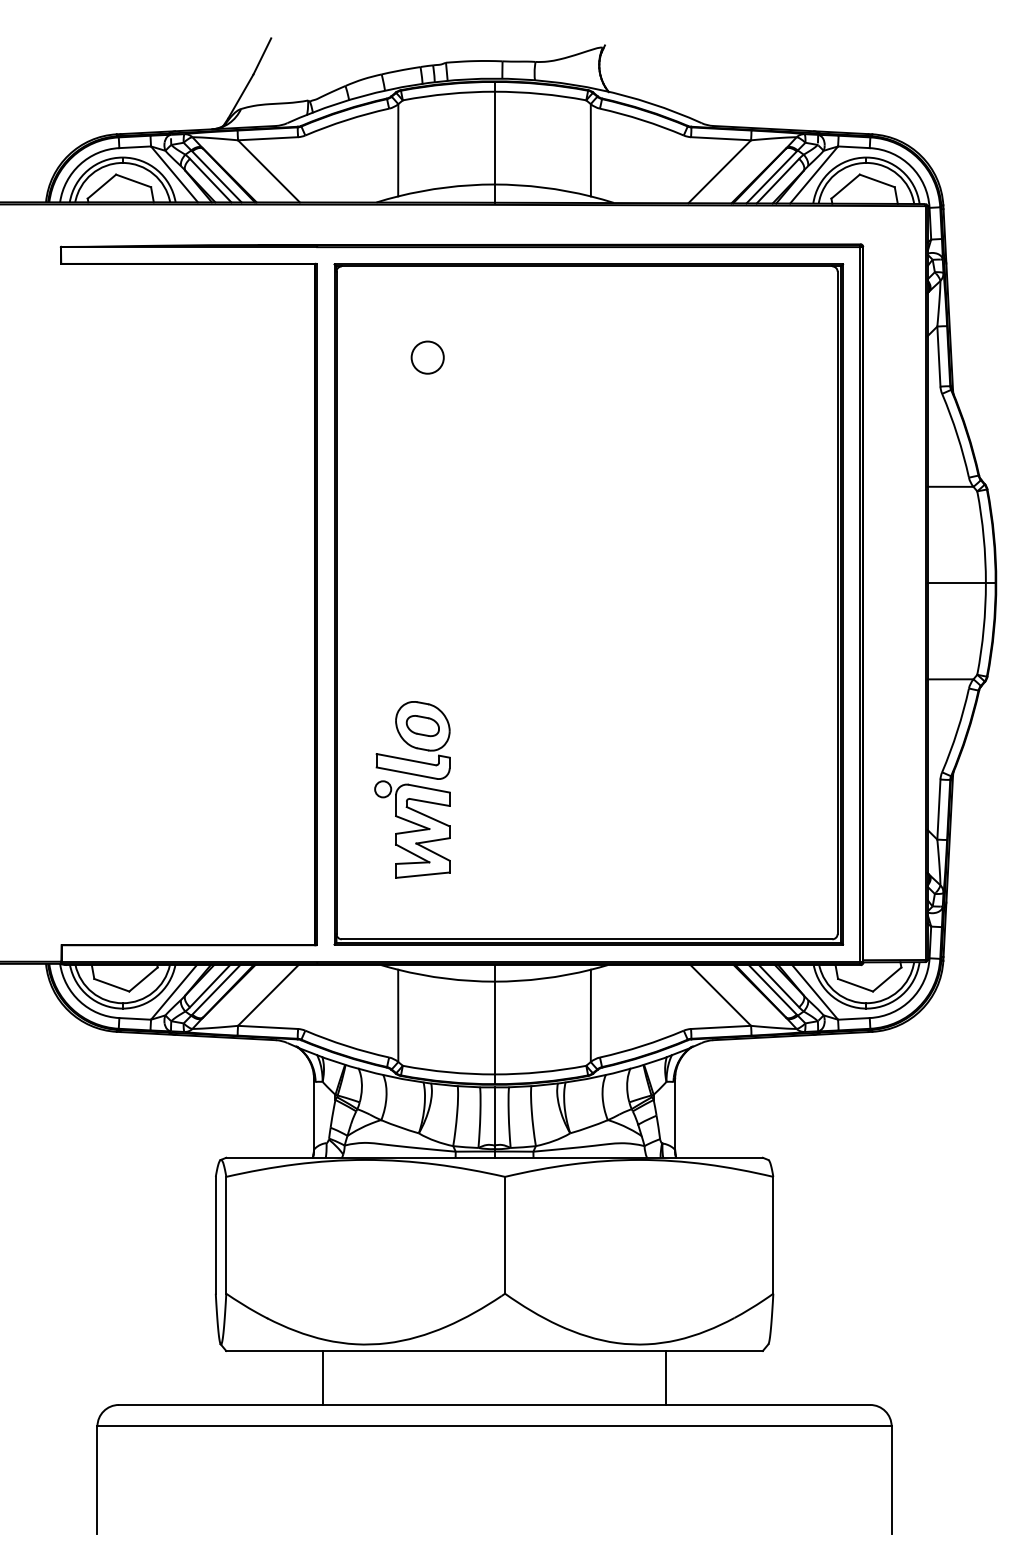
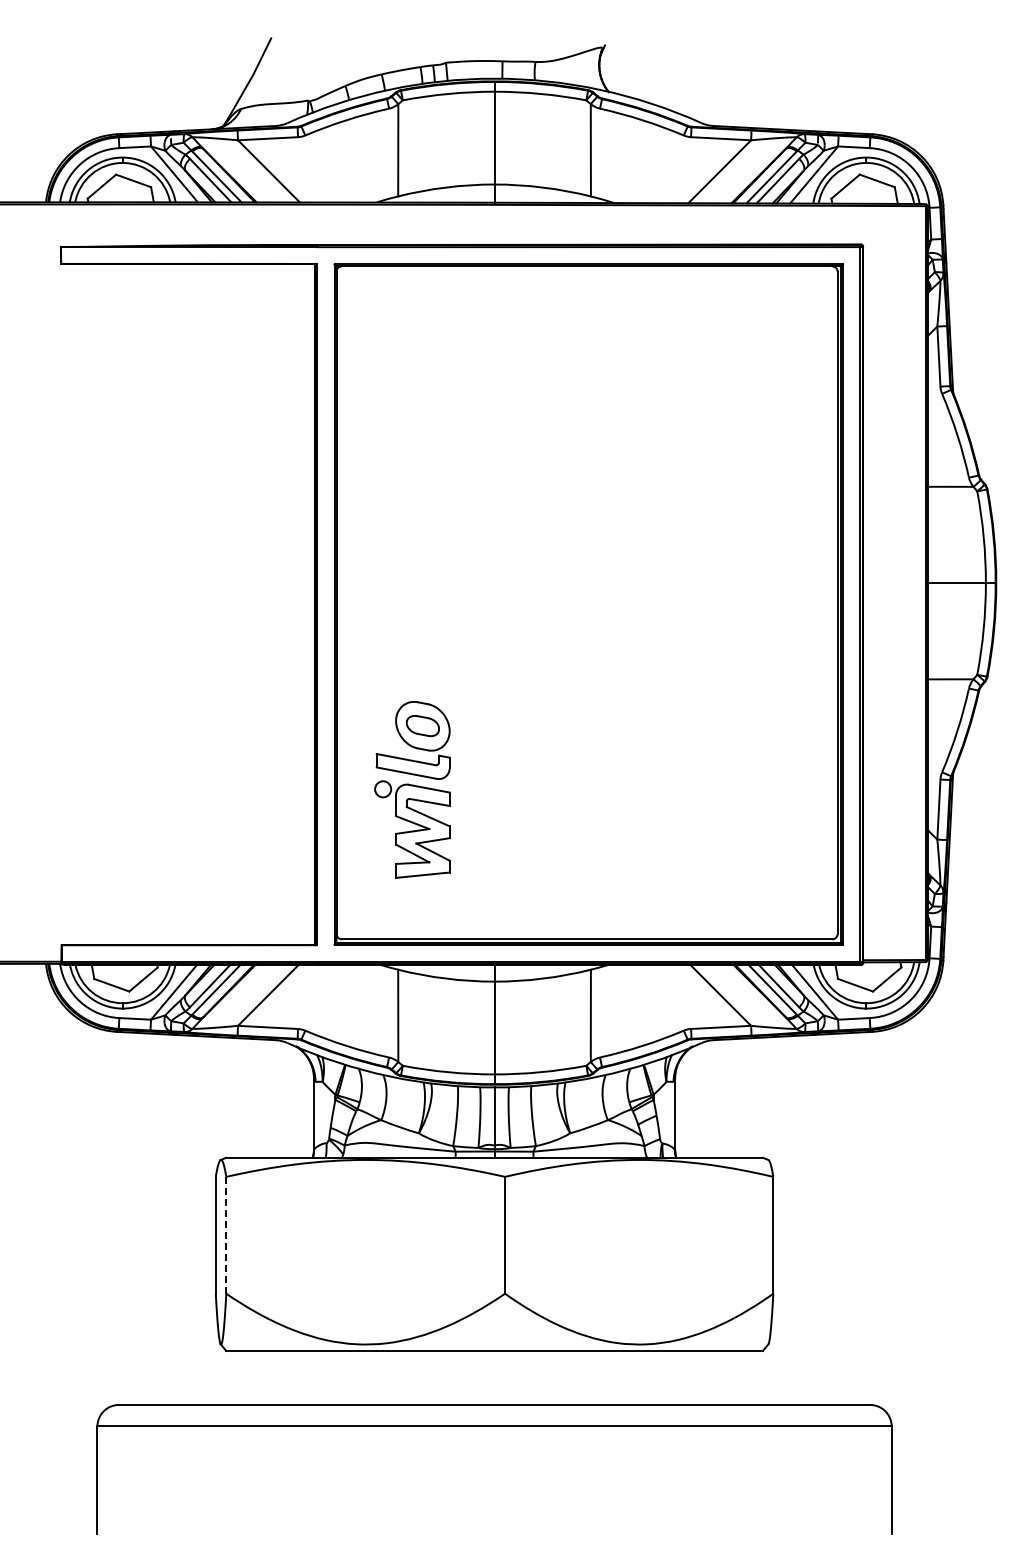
circle at (427, 357): present -> none
line at (226, 1234): solid -> dashed
line at (322, 1377): present -> none
line at (666, 1377): present -> none
